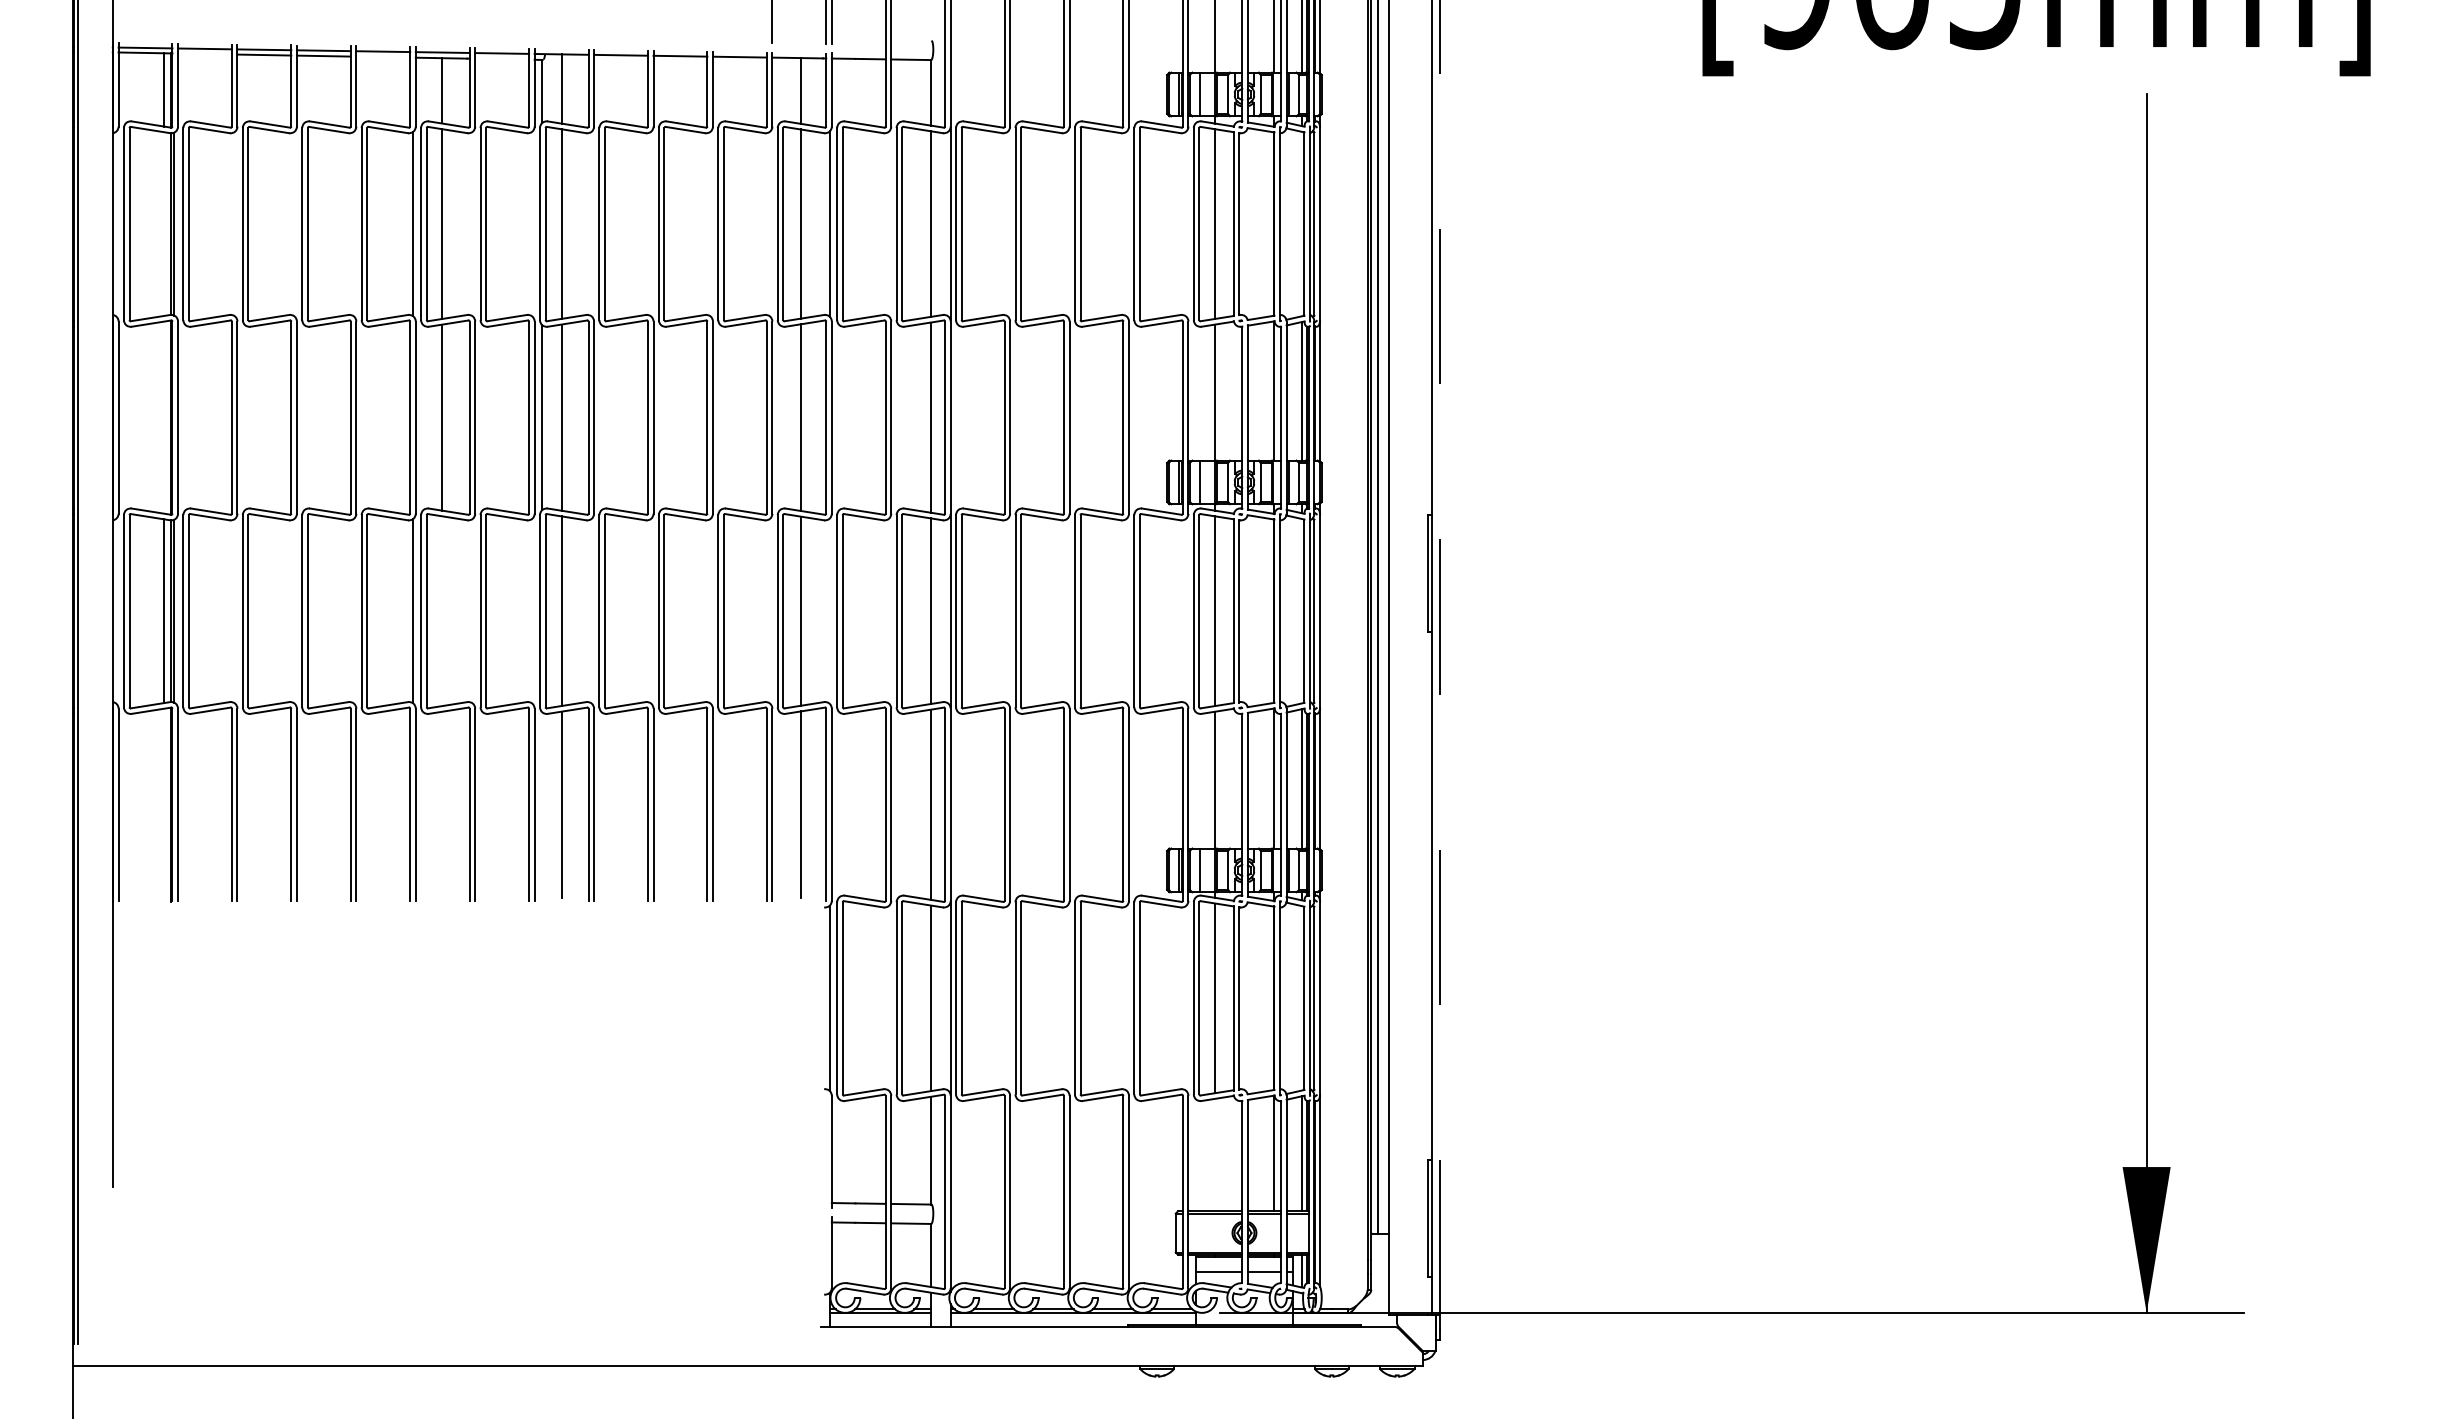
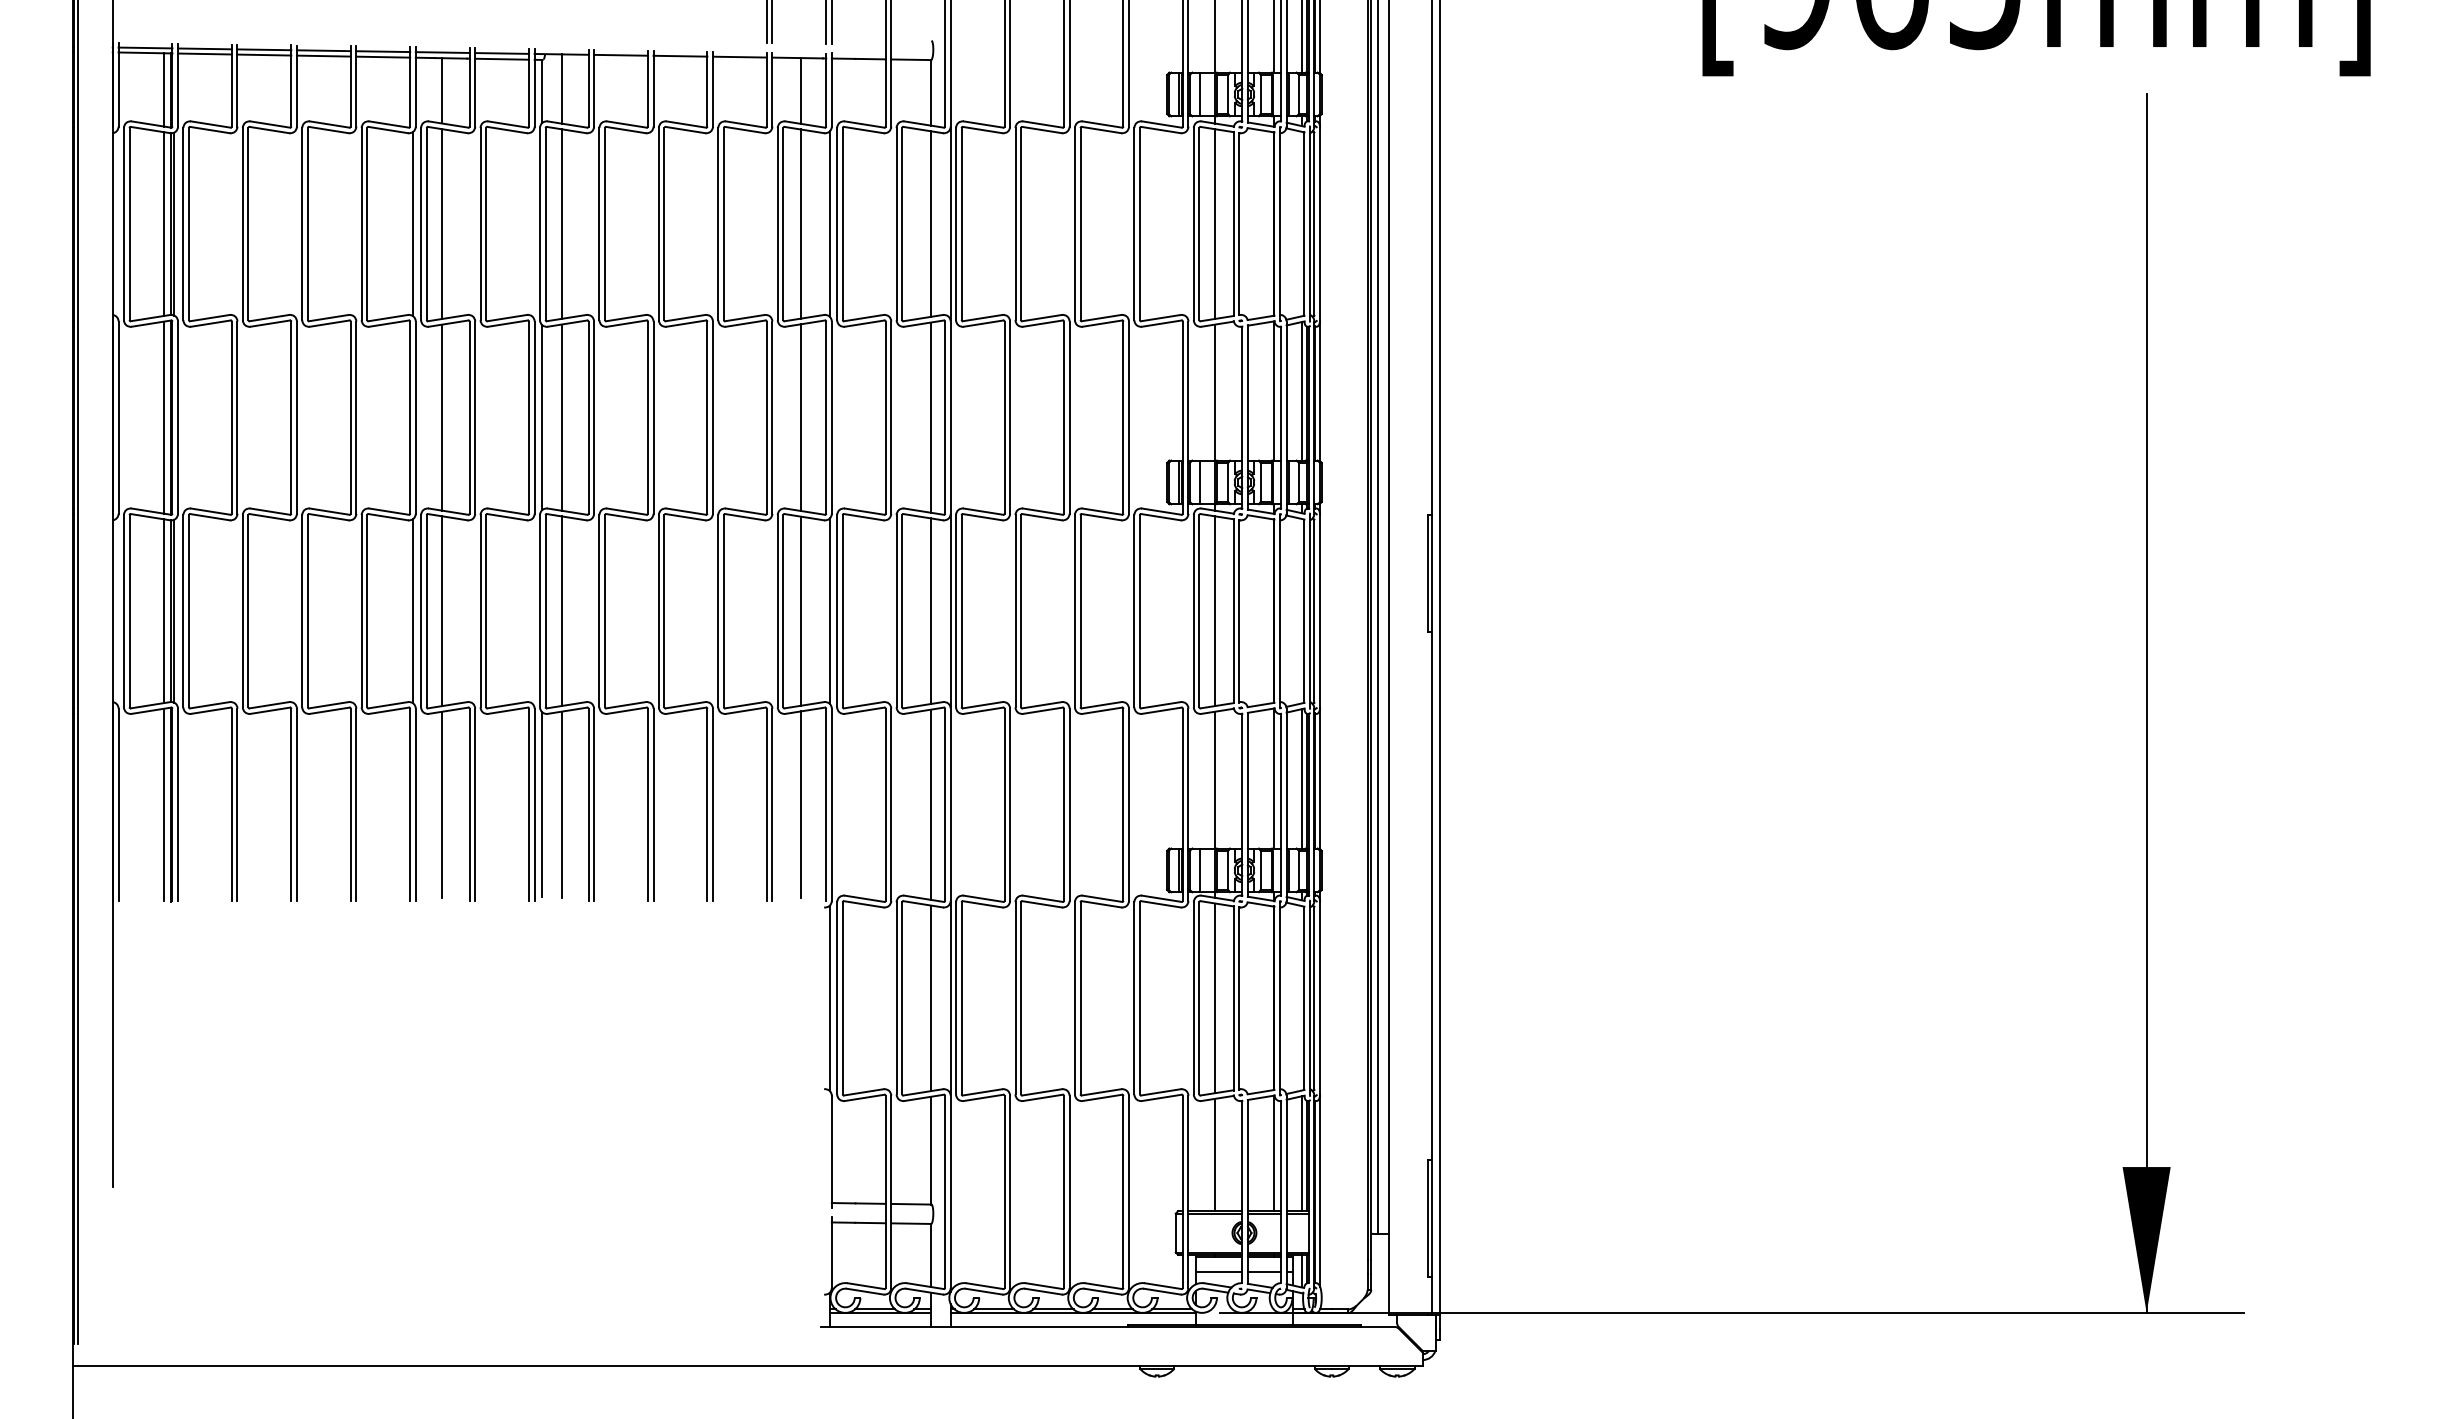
line at (766, 22): none -> present
line at (204, 53): none -> present
line at (383, 56): none -> present
line at (502, 58): none -> present
line at (163, 223): none -> present
line at (163, 417): none -> present
line at (829, 610): none -> present
line at (441, 611): none -> present
line at (1439, 657): dashed -> solid
line at (163, 804): none -> present
line at (441, 804): none -> present
line at (542, 804): none -> present
line at (1215, 1154): none -> present
